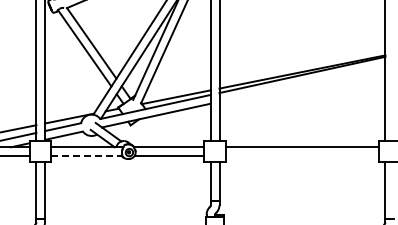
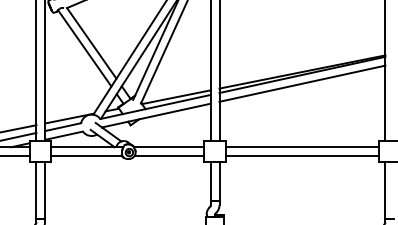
line at (302, 83): none -> present
line at (87, 155): dashed -> solid
line at (301, 155): none -> present
